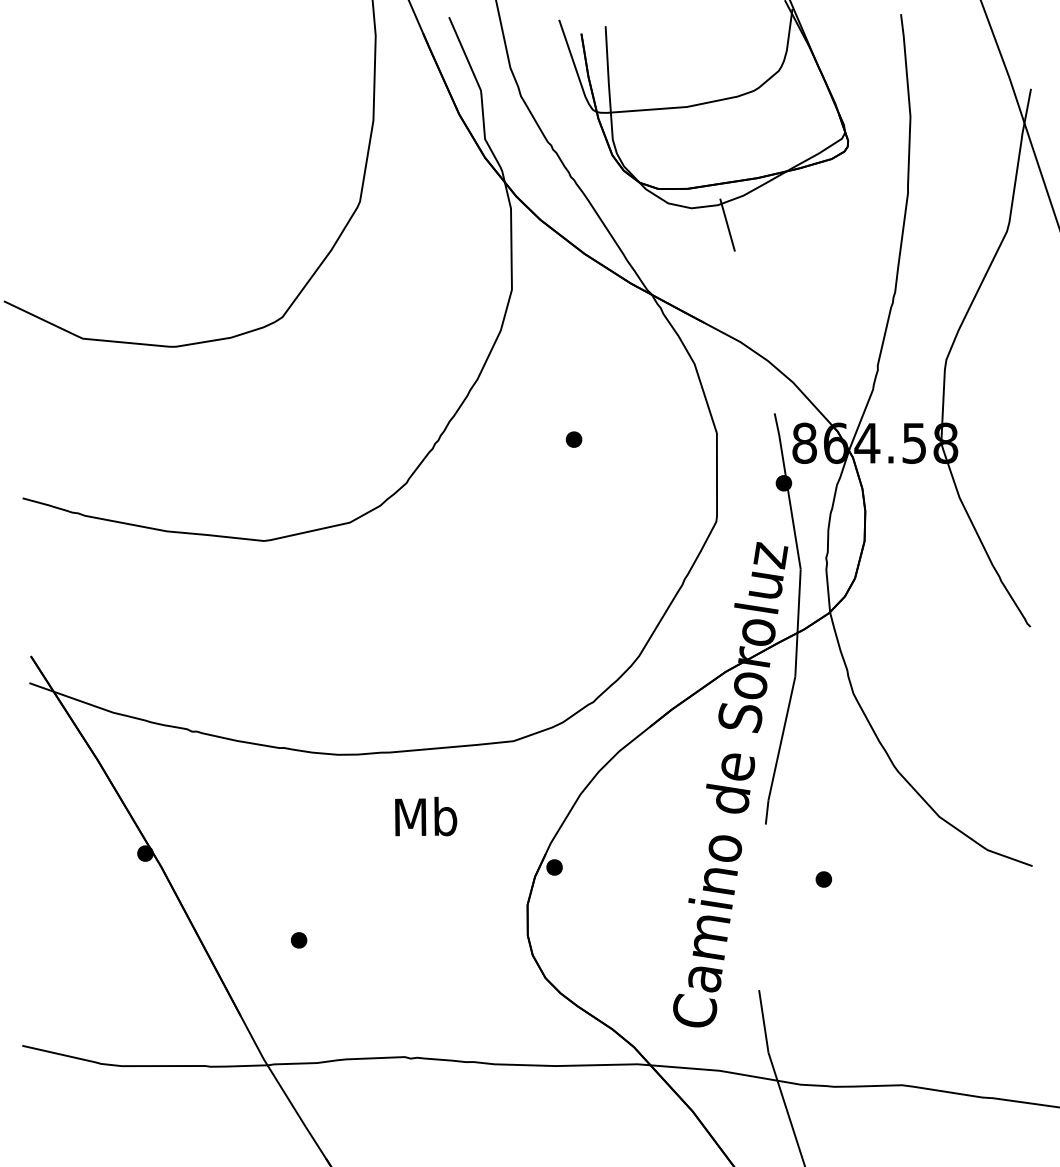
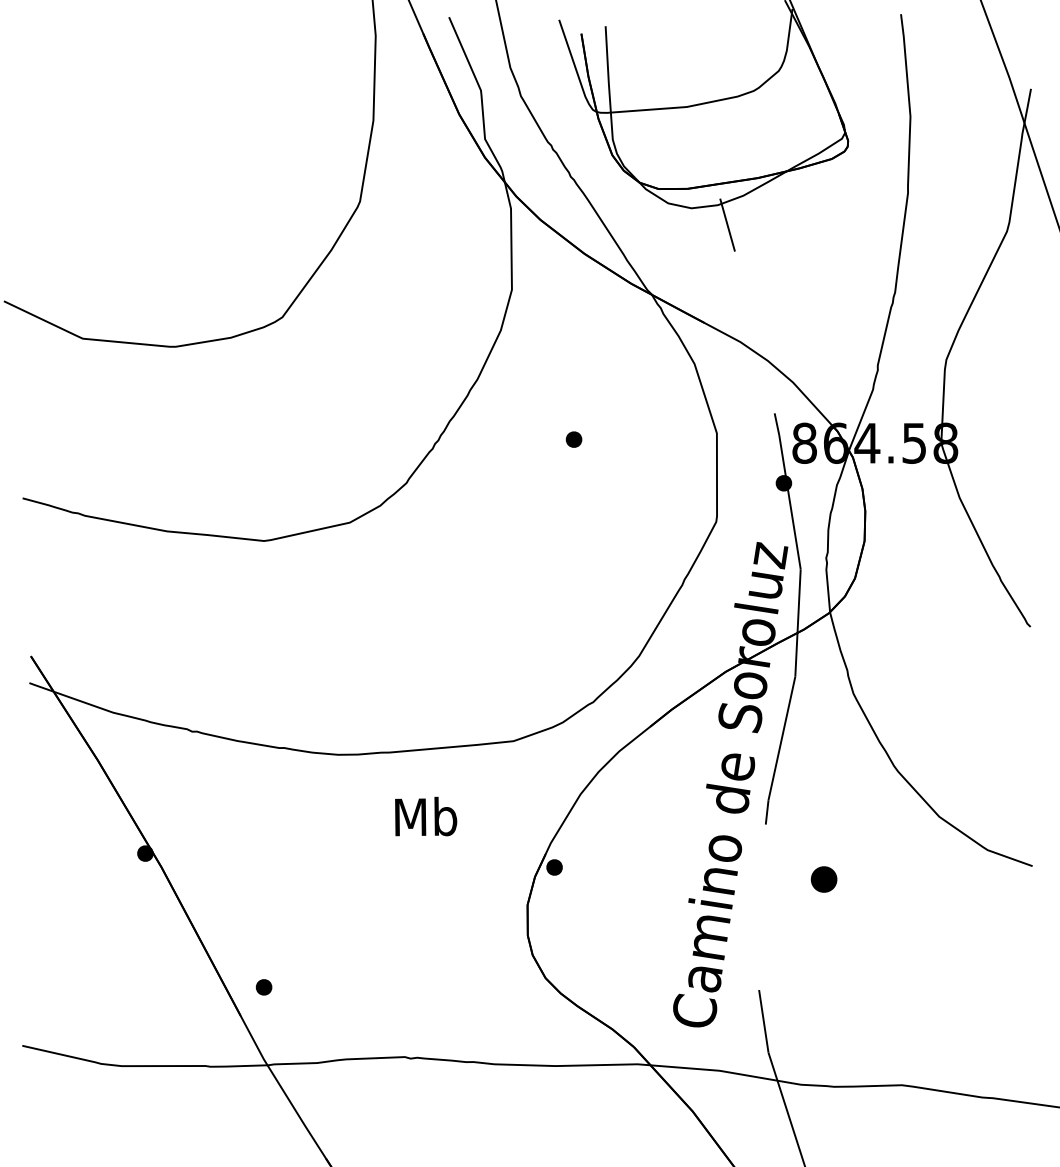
part at (823, 879) size: 17x17 px -> 28x27 px
part at (298, 940) position: (298, 940) -> (263, 987)
